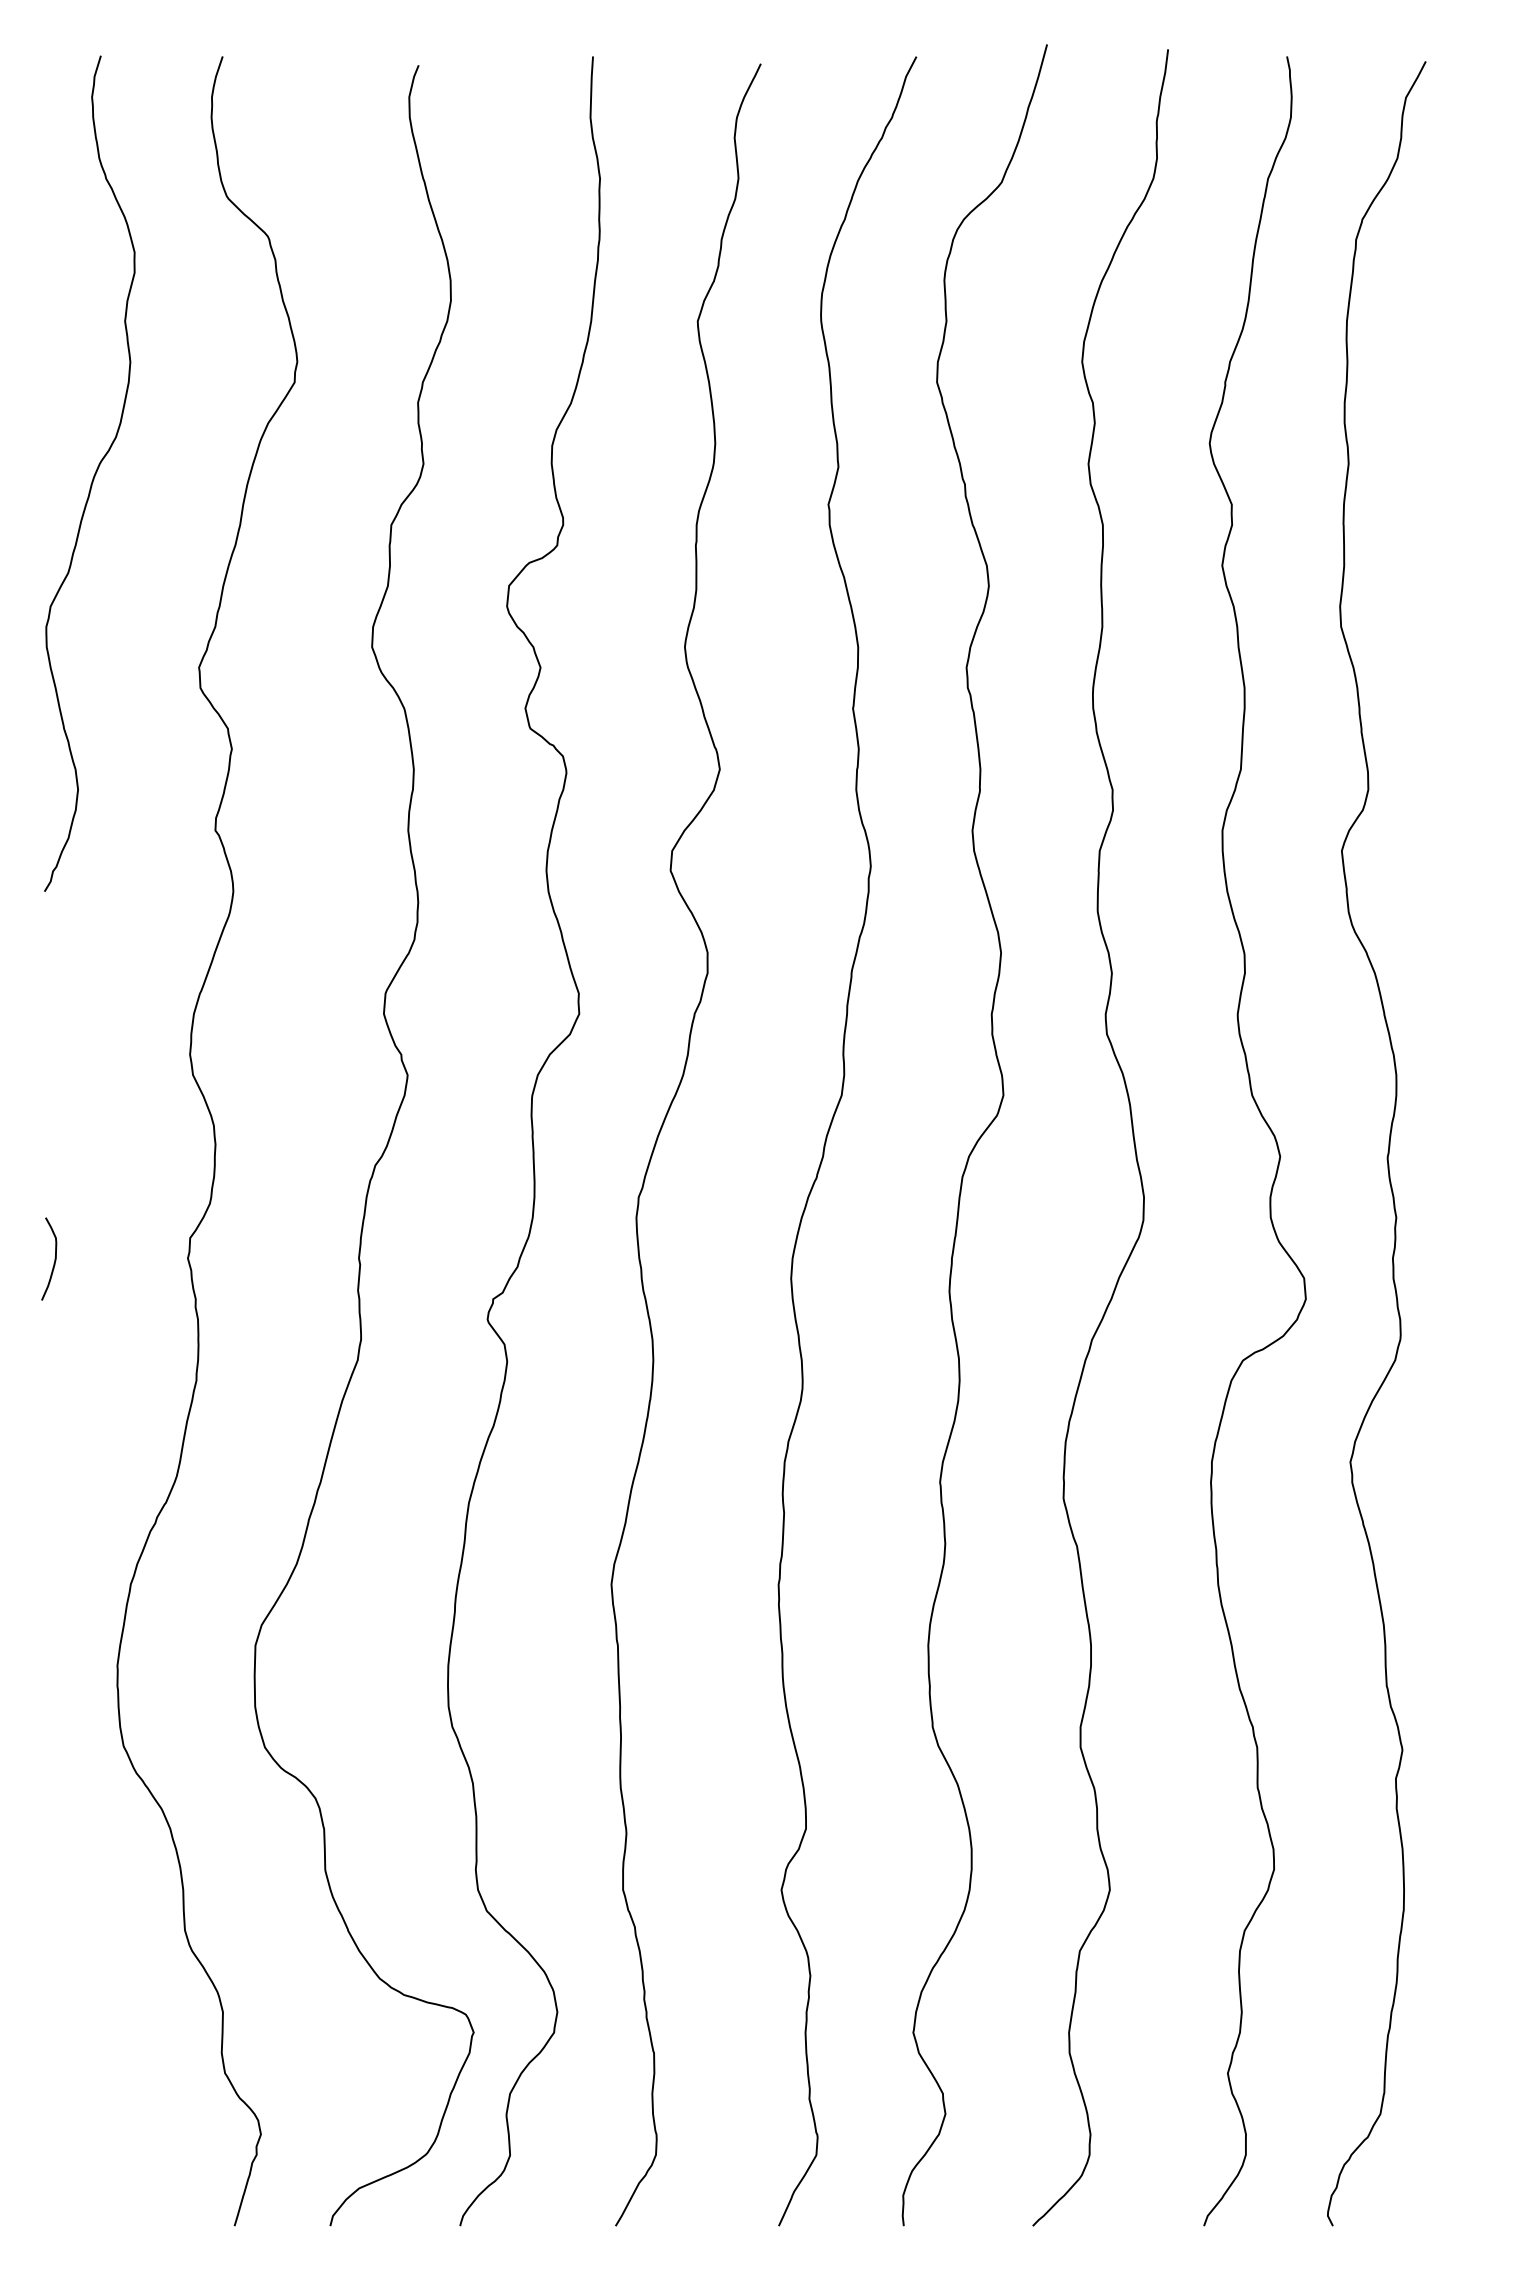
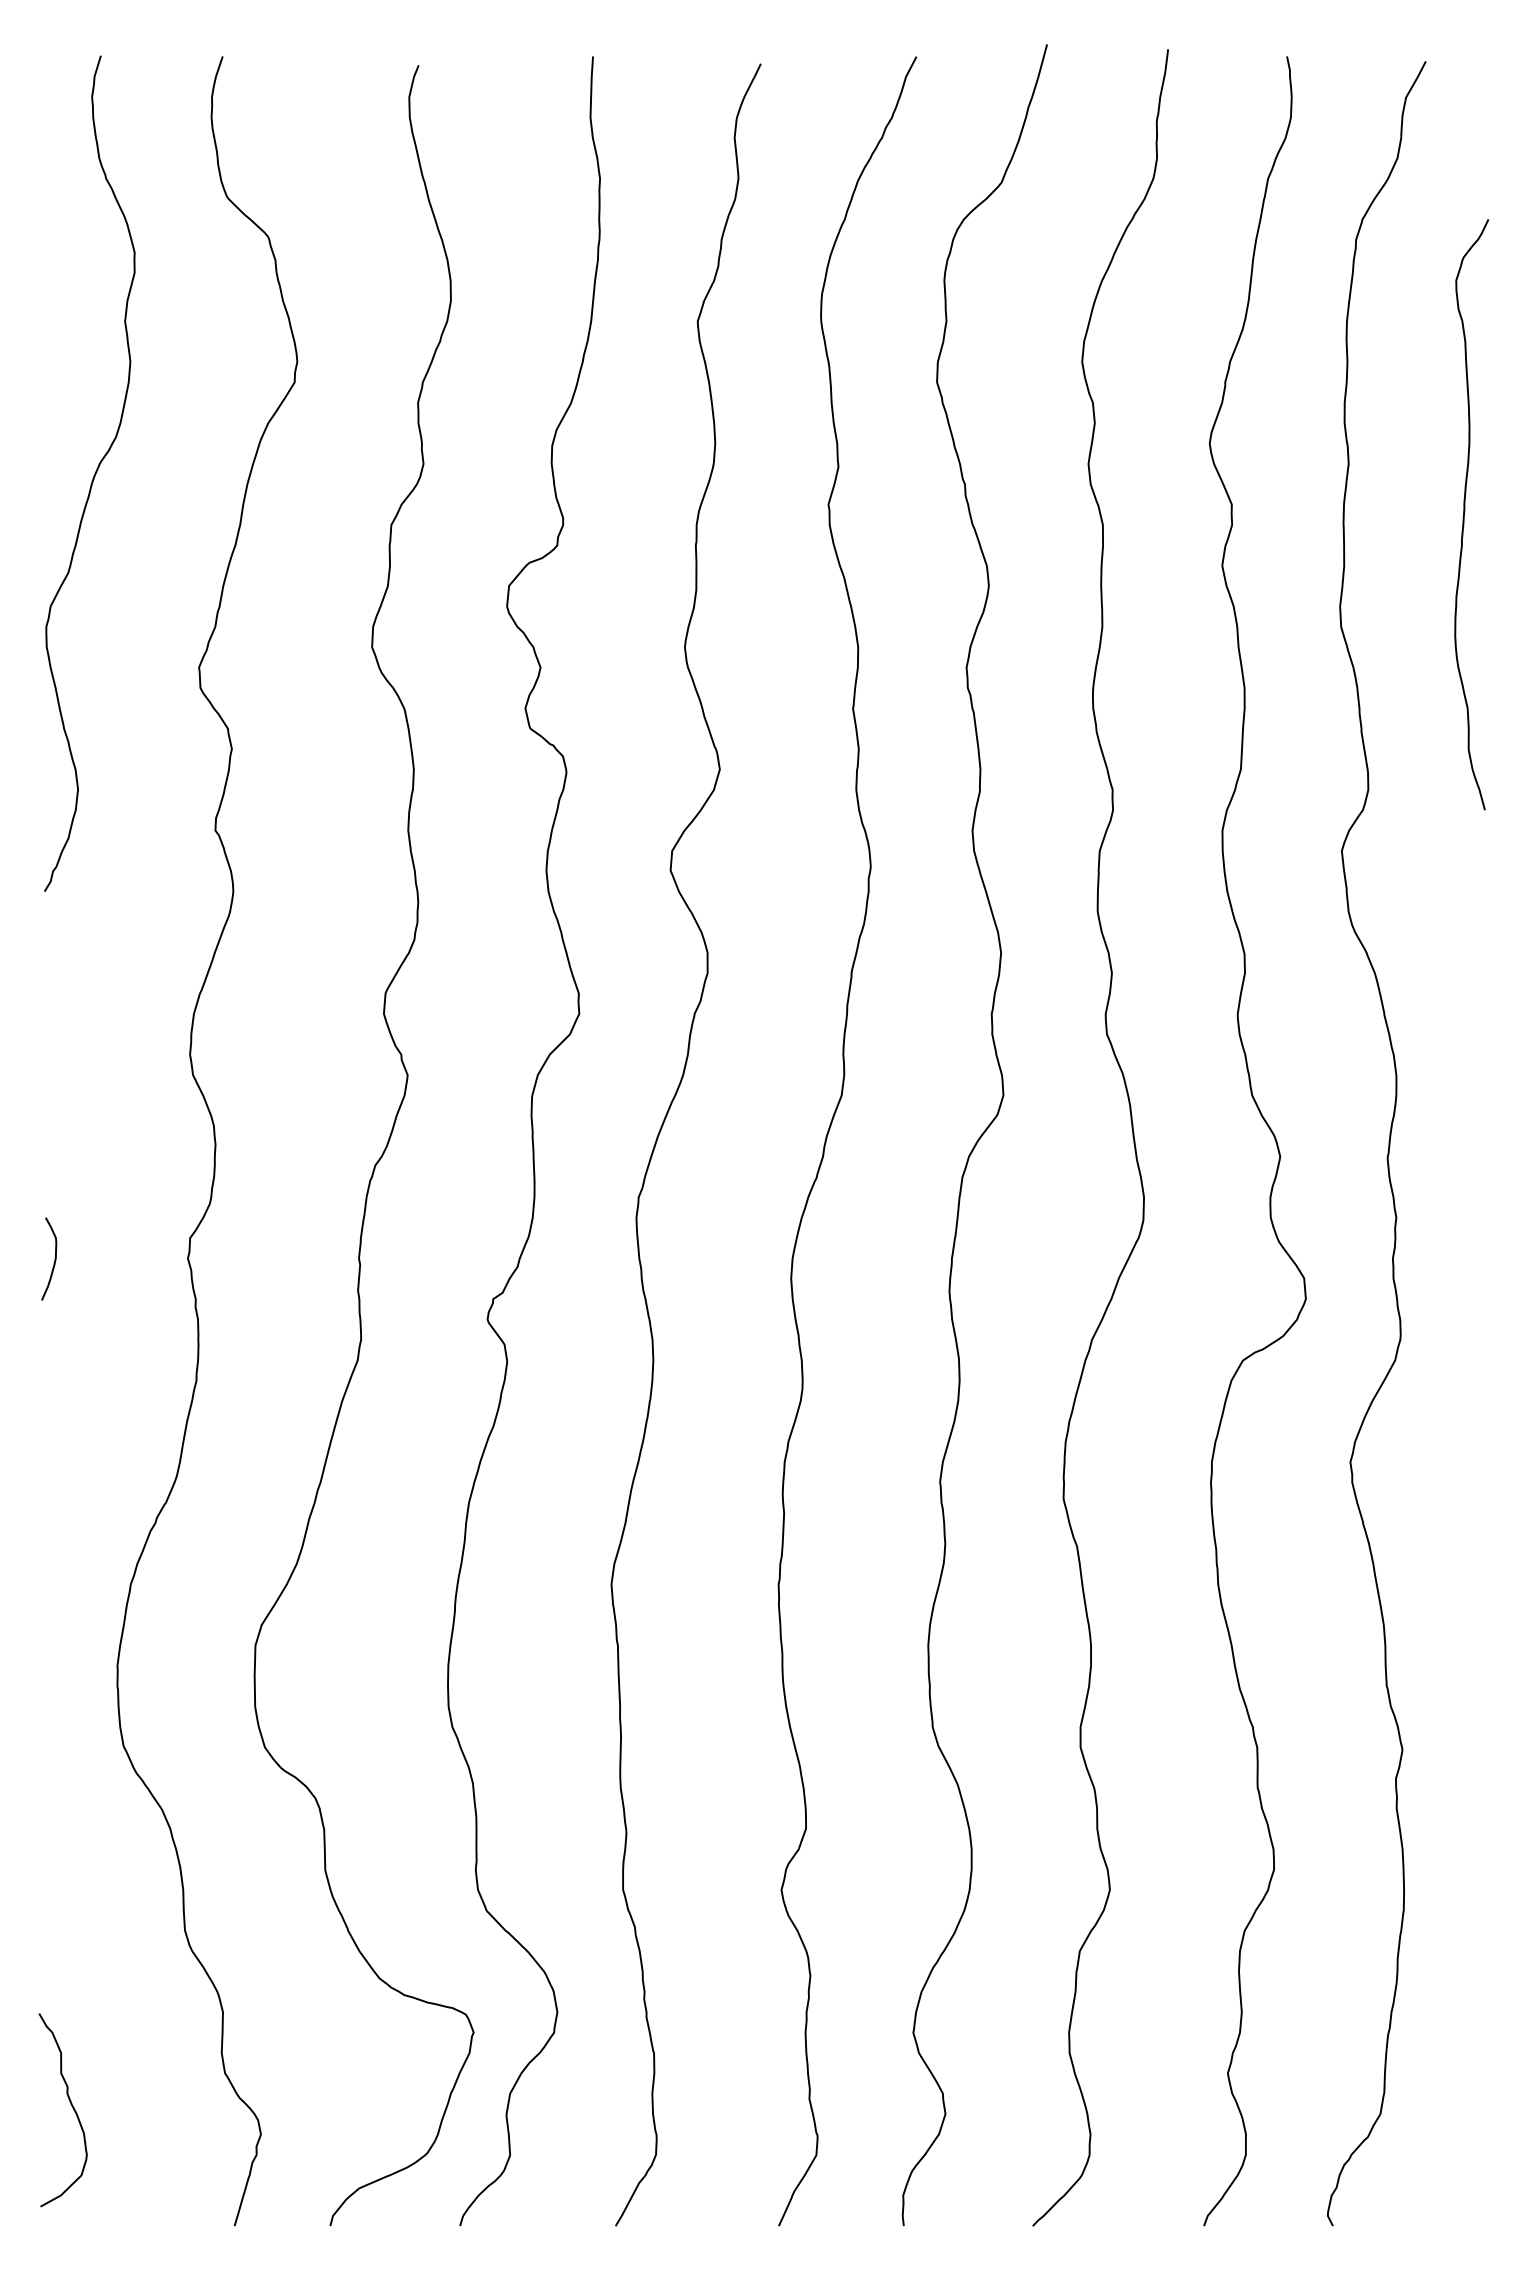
curve at (1465, 511): none -> present
curve at (71, 2106): none -> present
